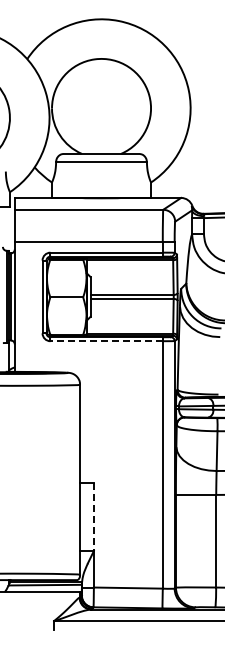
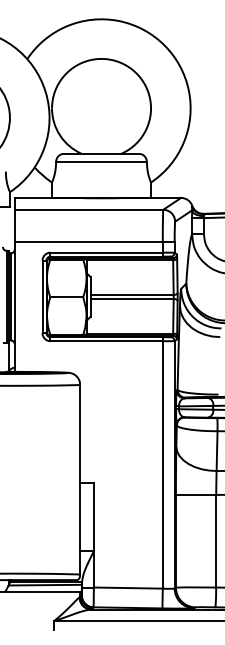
line at (106, 341): dashed -> solid
line at (94, 516): dashed -> solid
